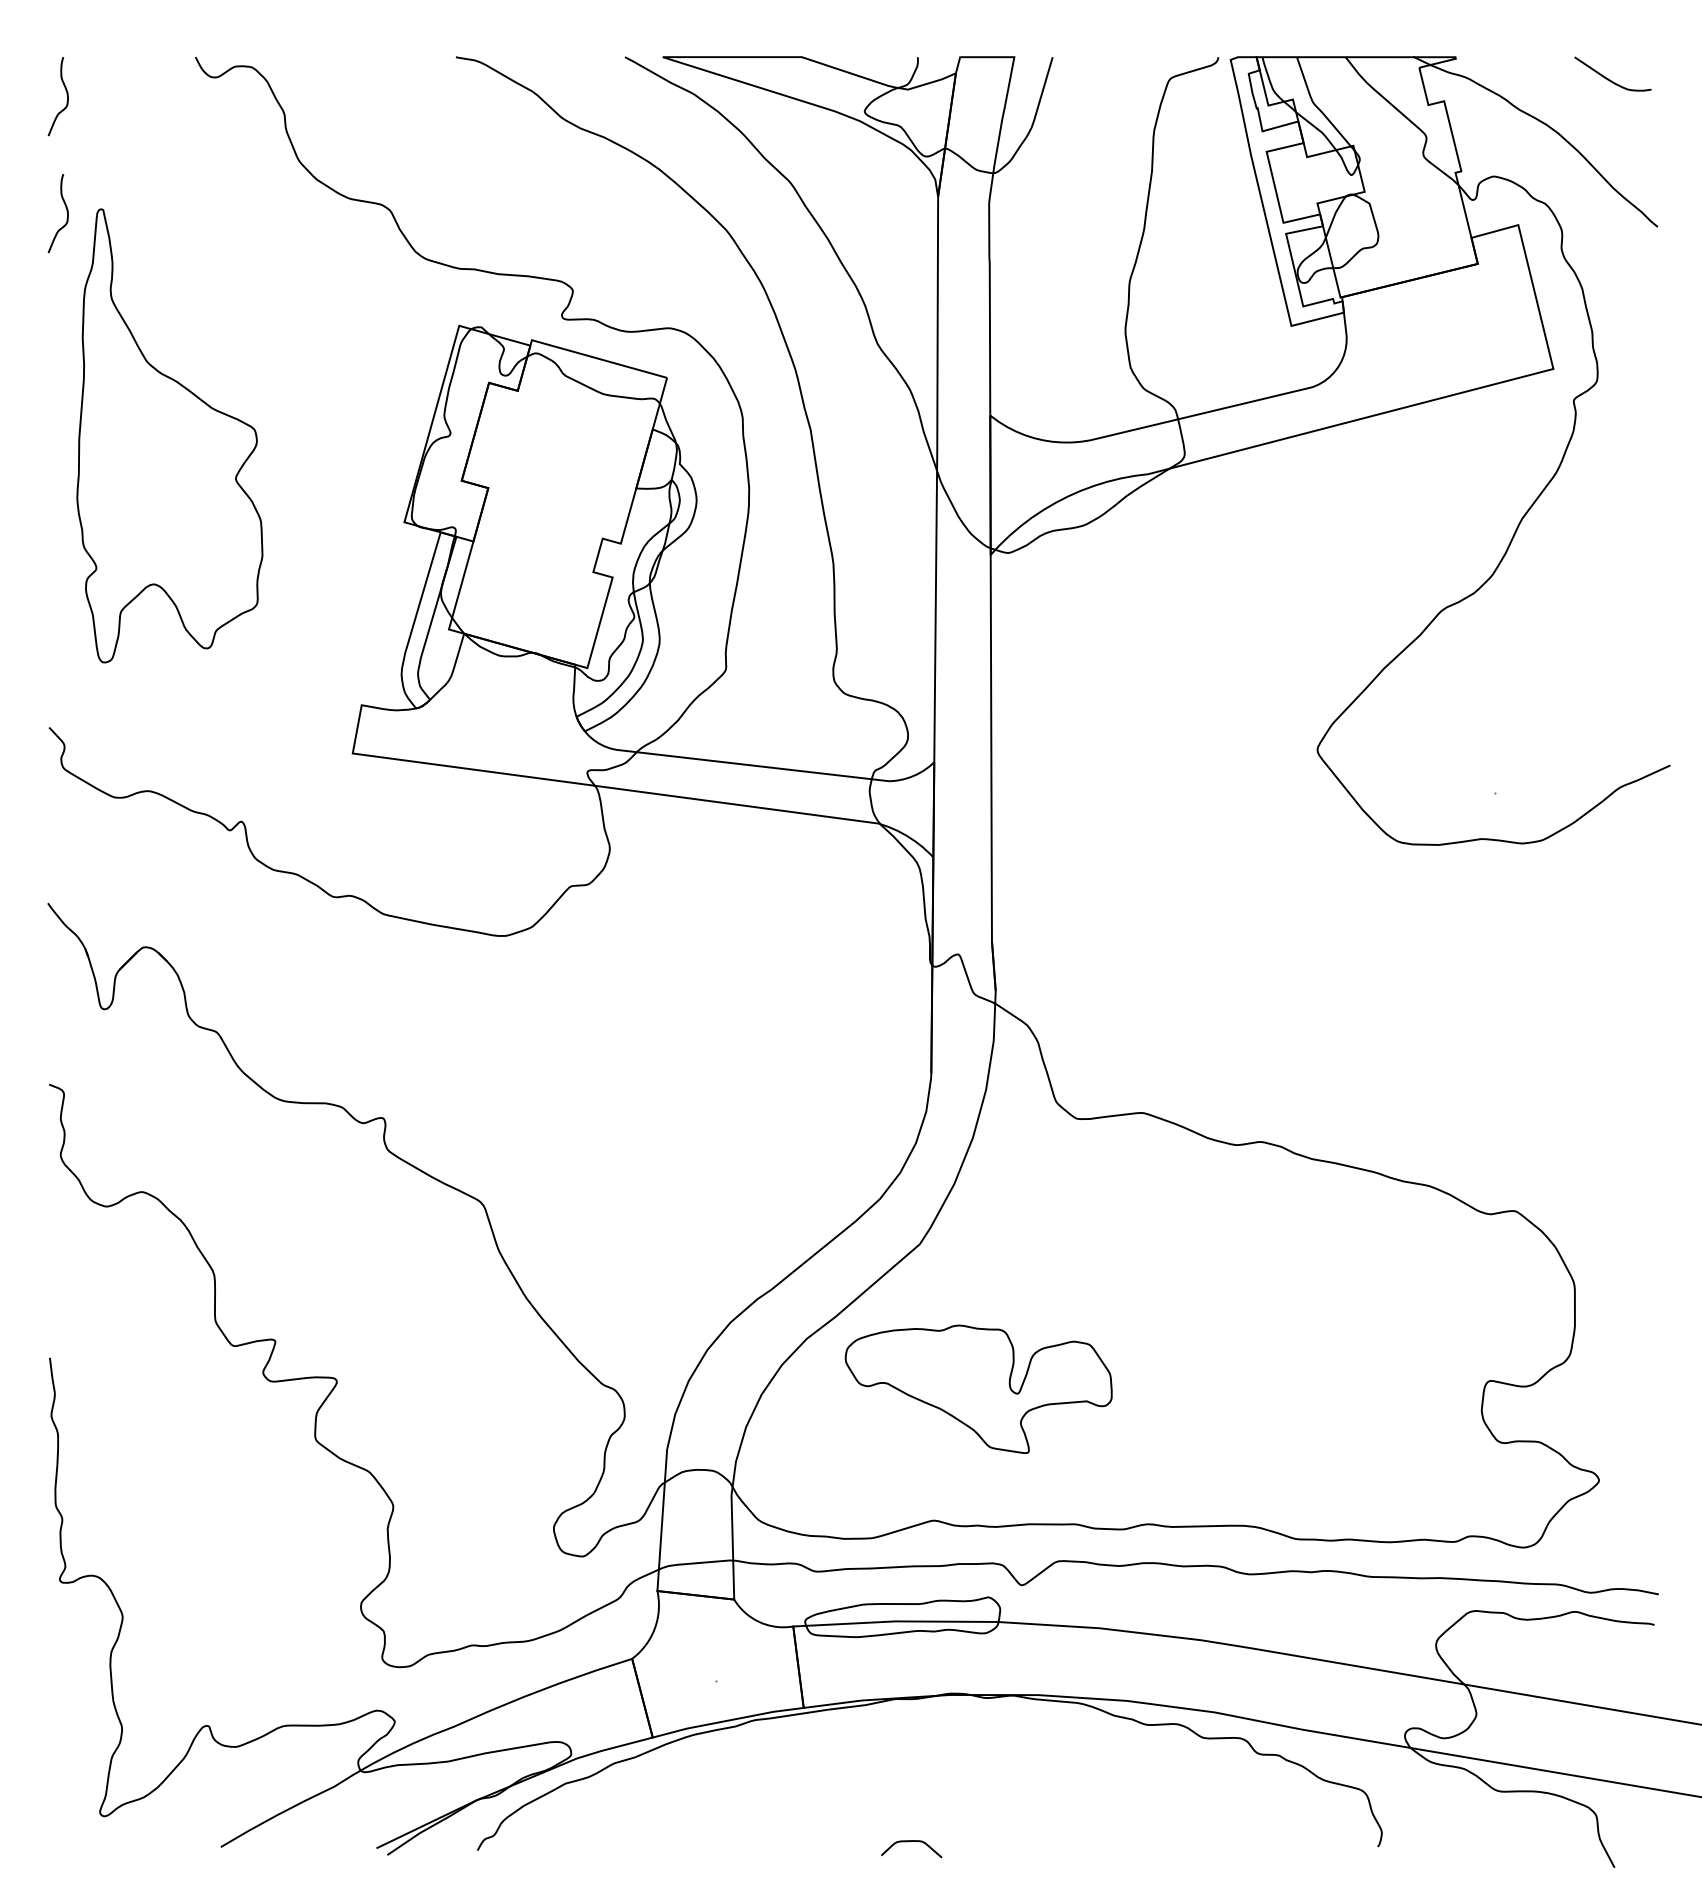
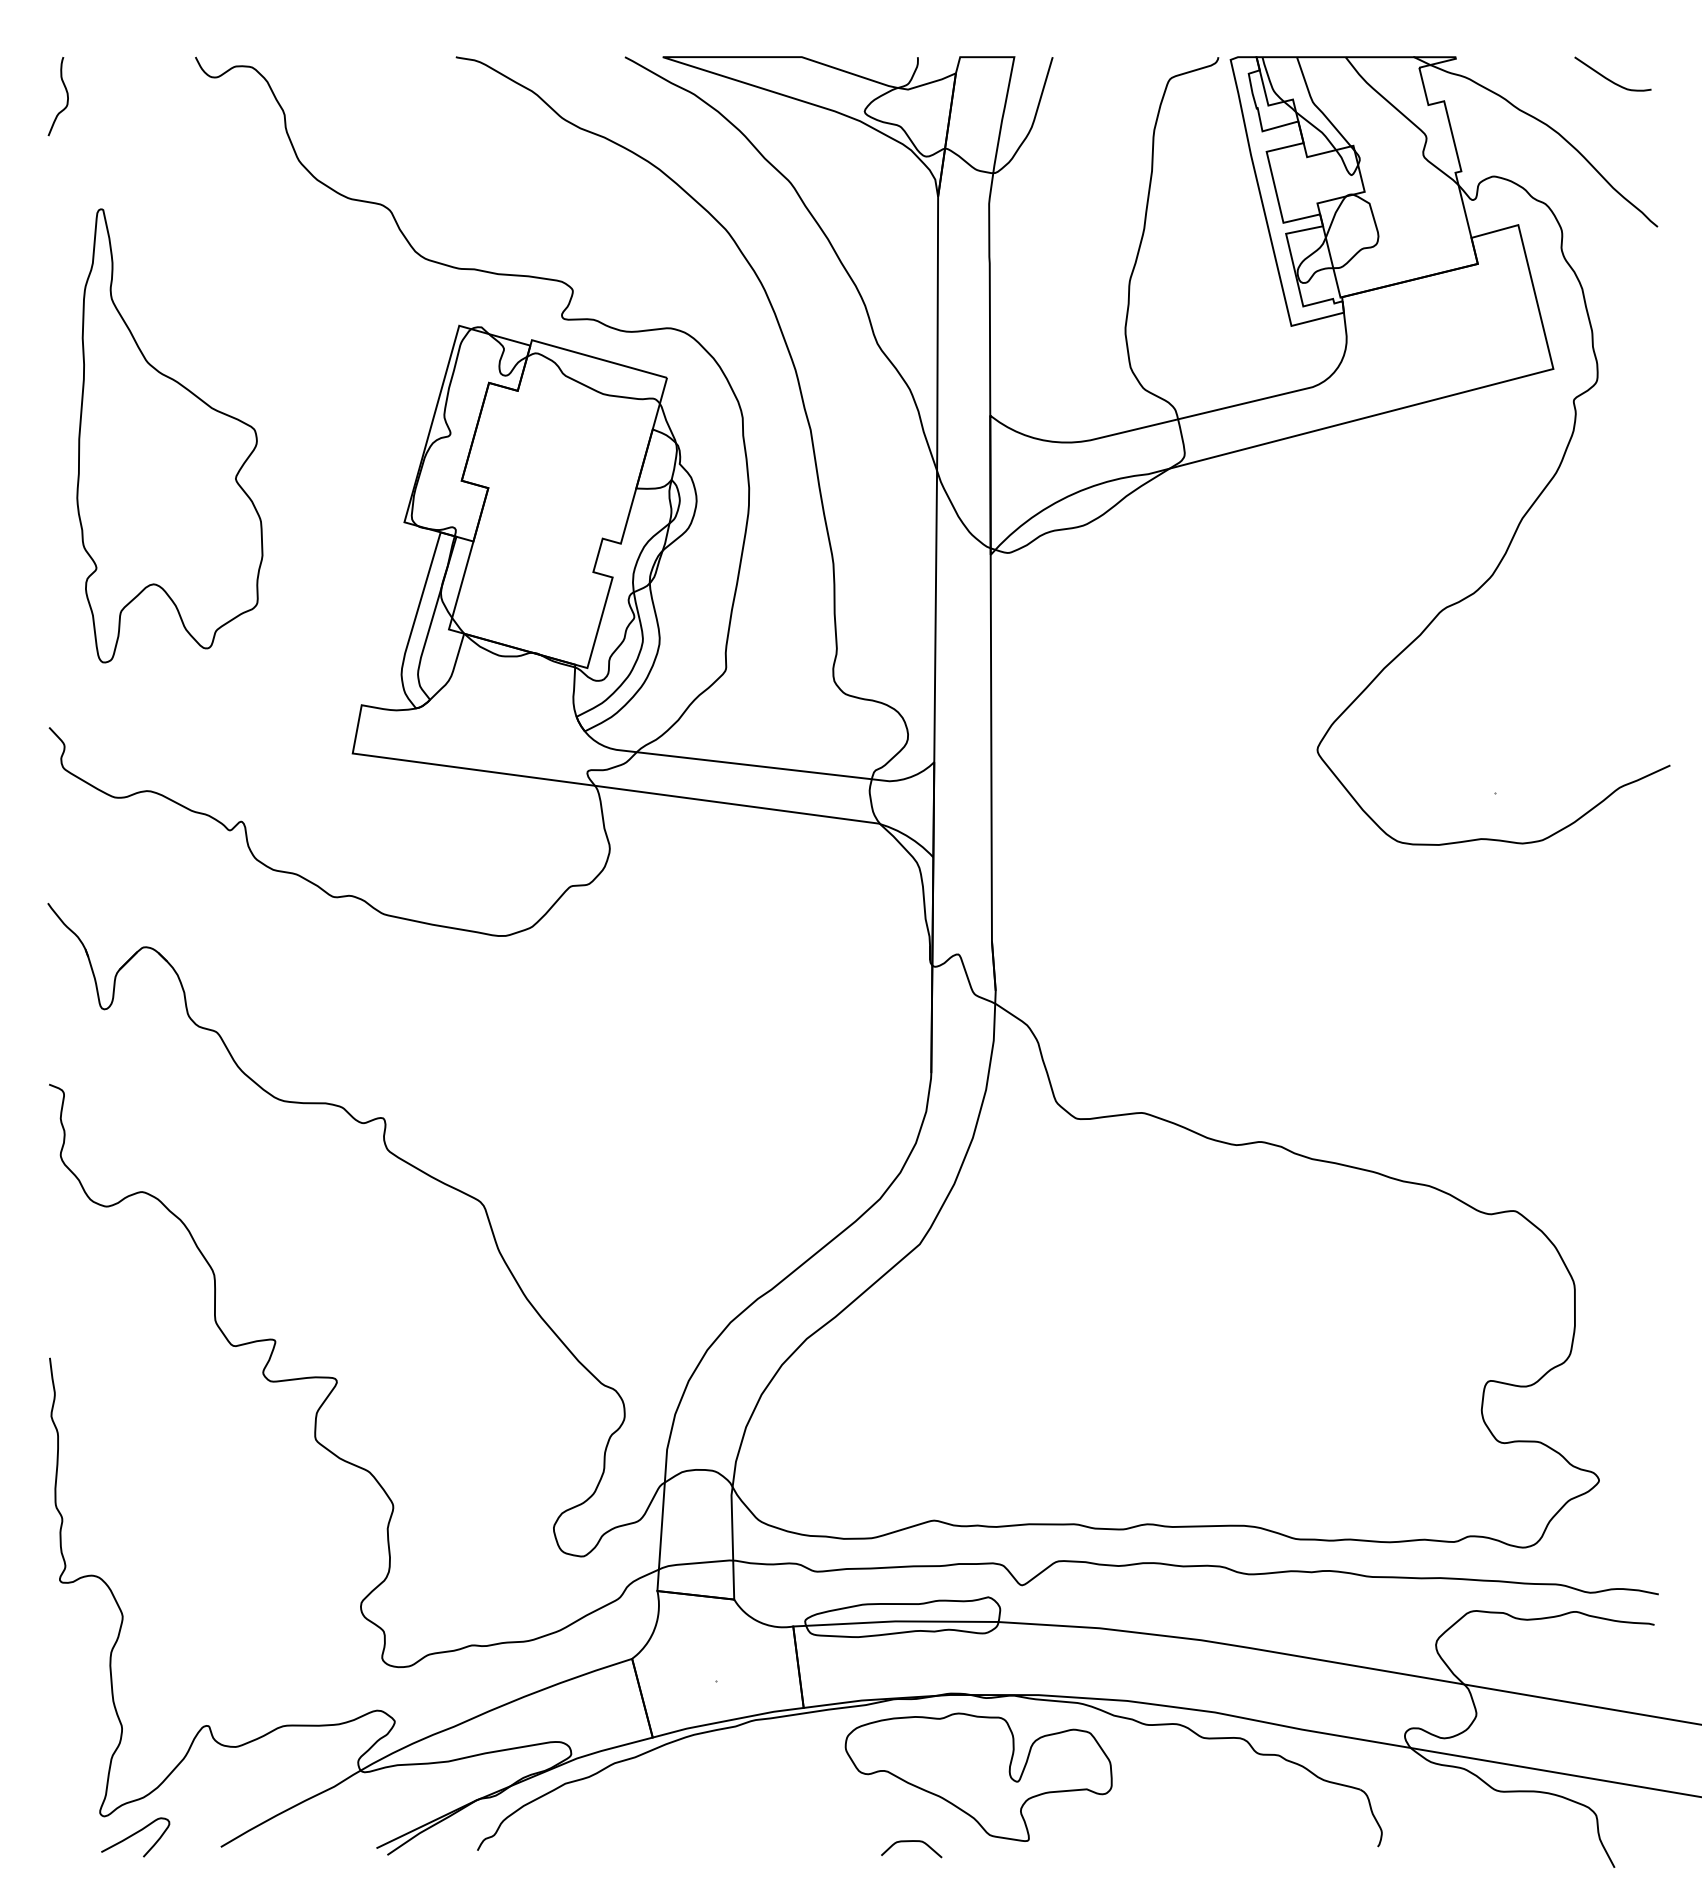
curve at (66, 212): present -> none
part at (978, 1388) position: (978, 1388) -> (978, 1776)
curve at (134, 1835): none -> present
